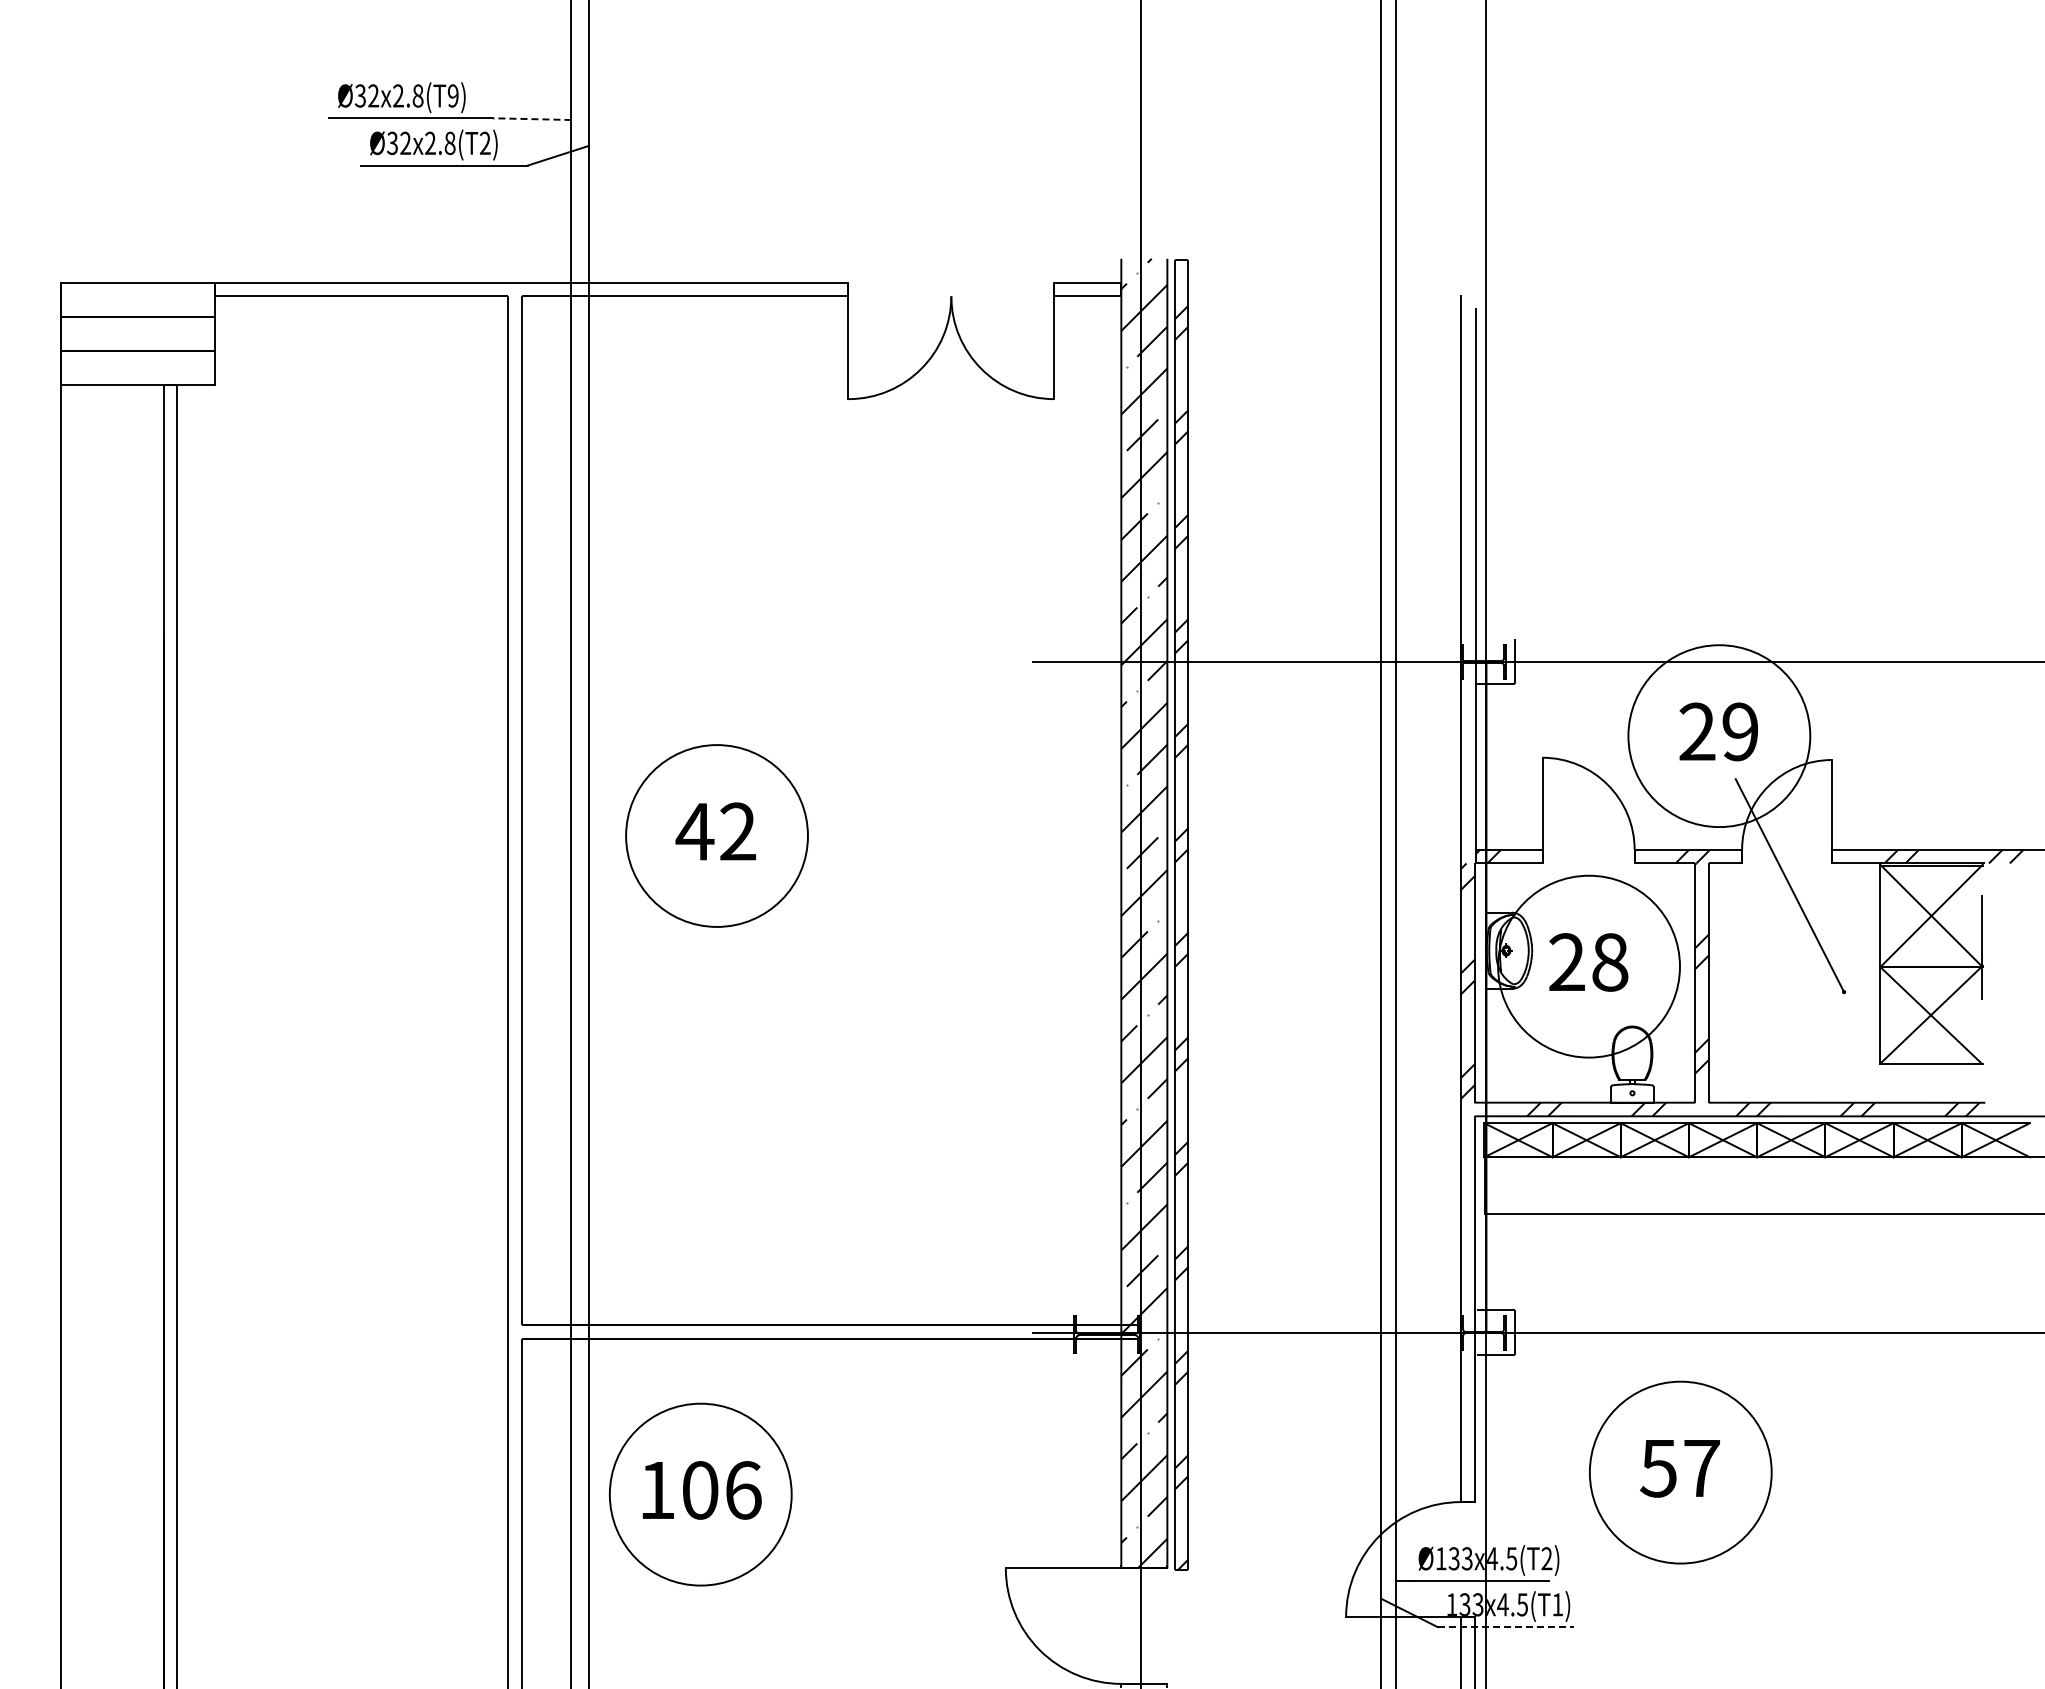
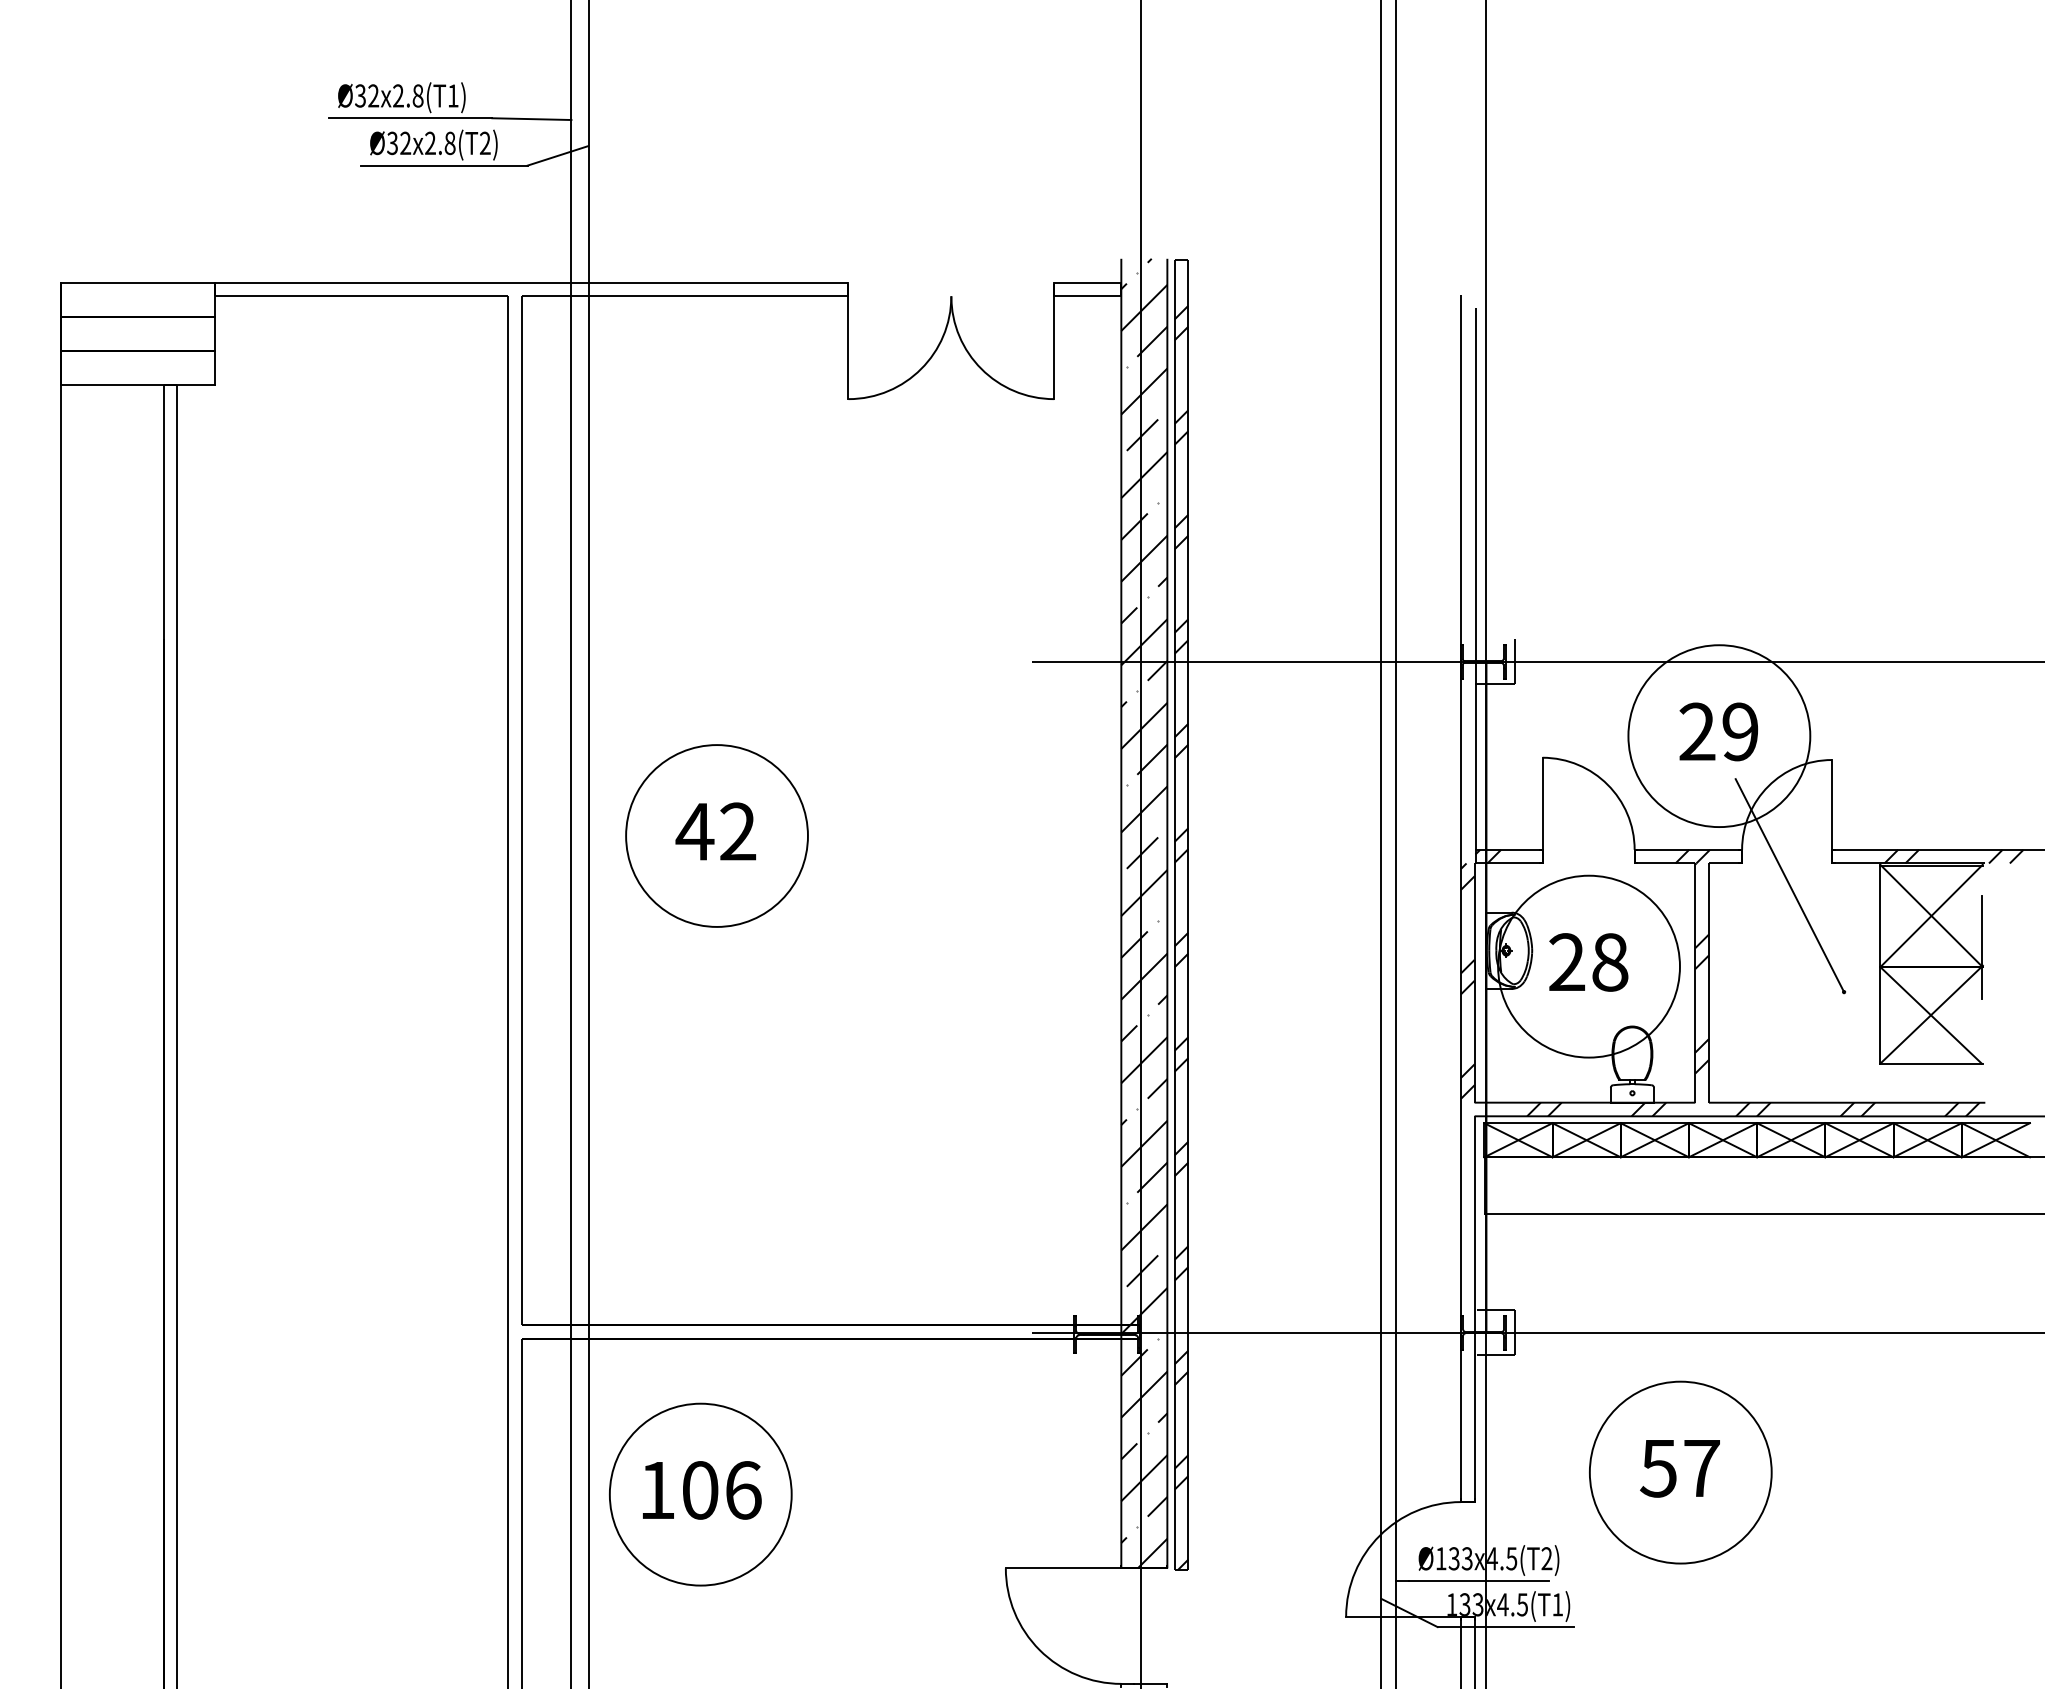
text at (452, 95): 9) -> 1)
line at (531, 119): dashed -> solid
line at (1505, 1627): dashed -> solid
